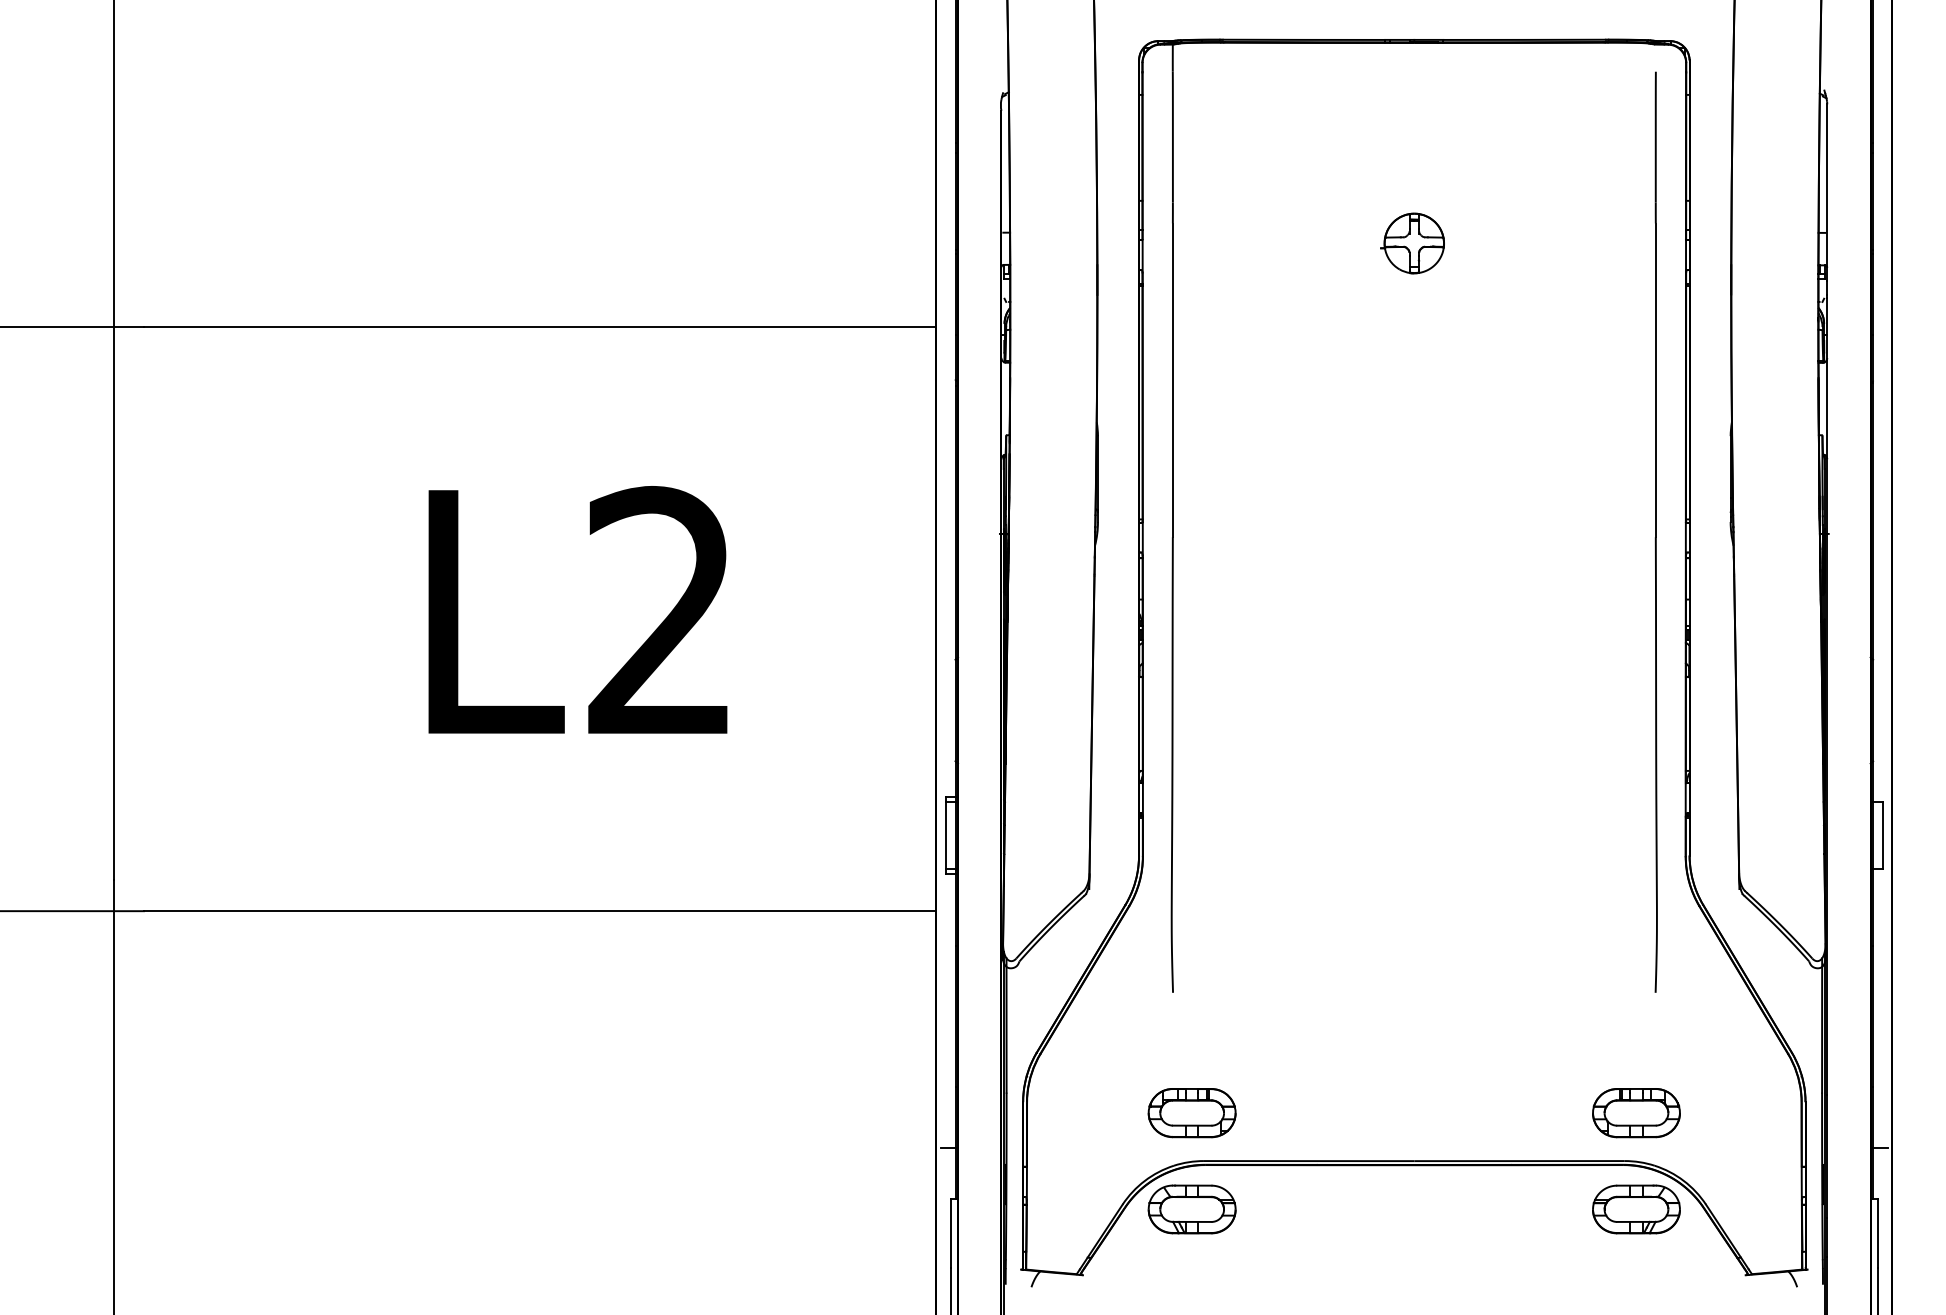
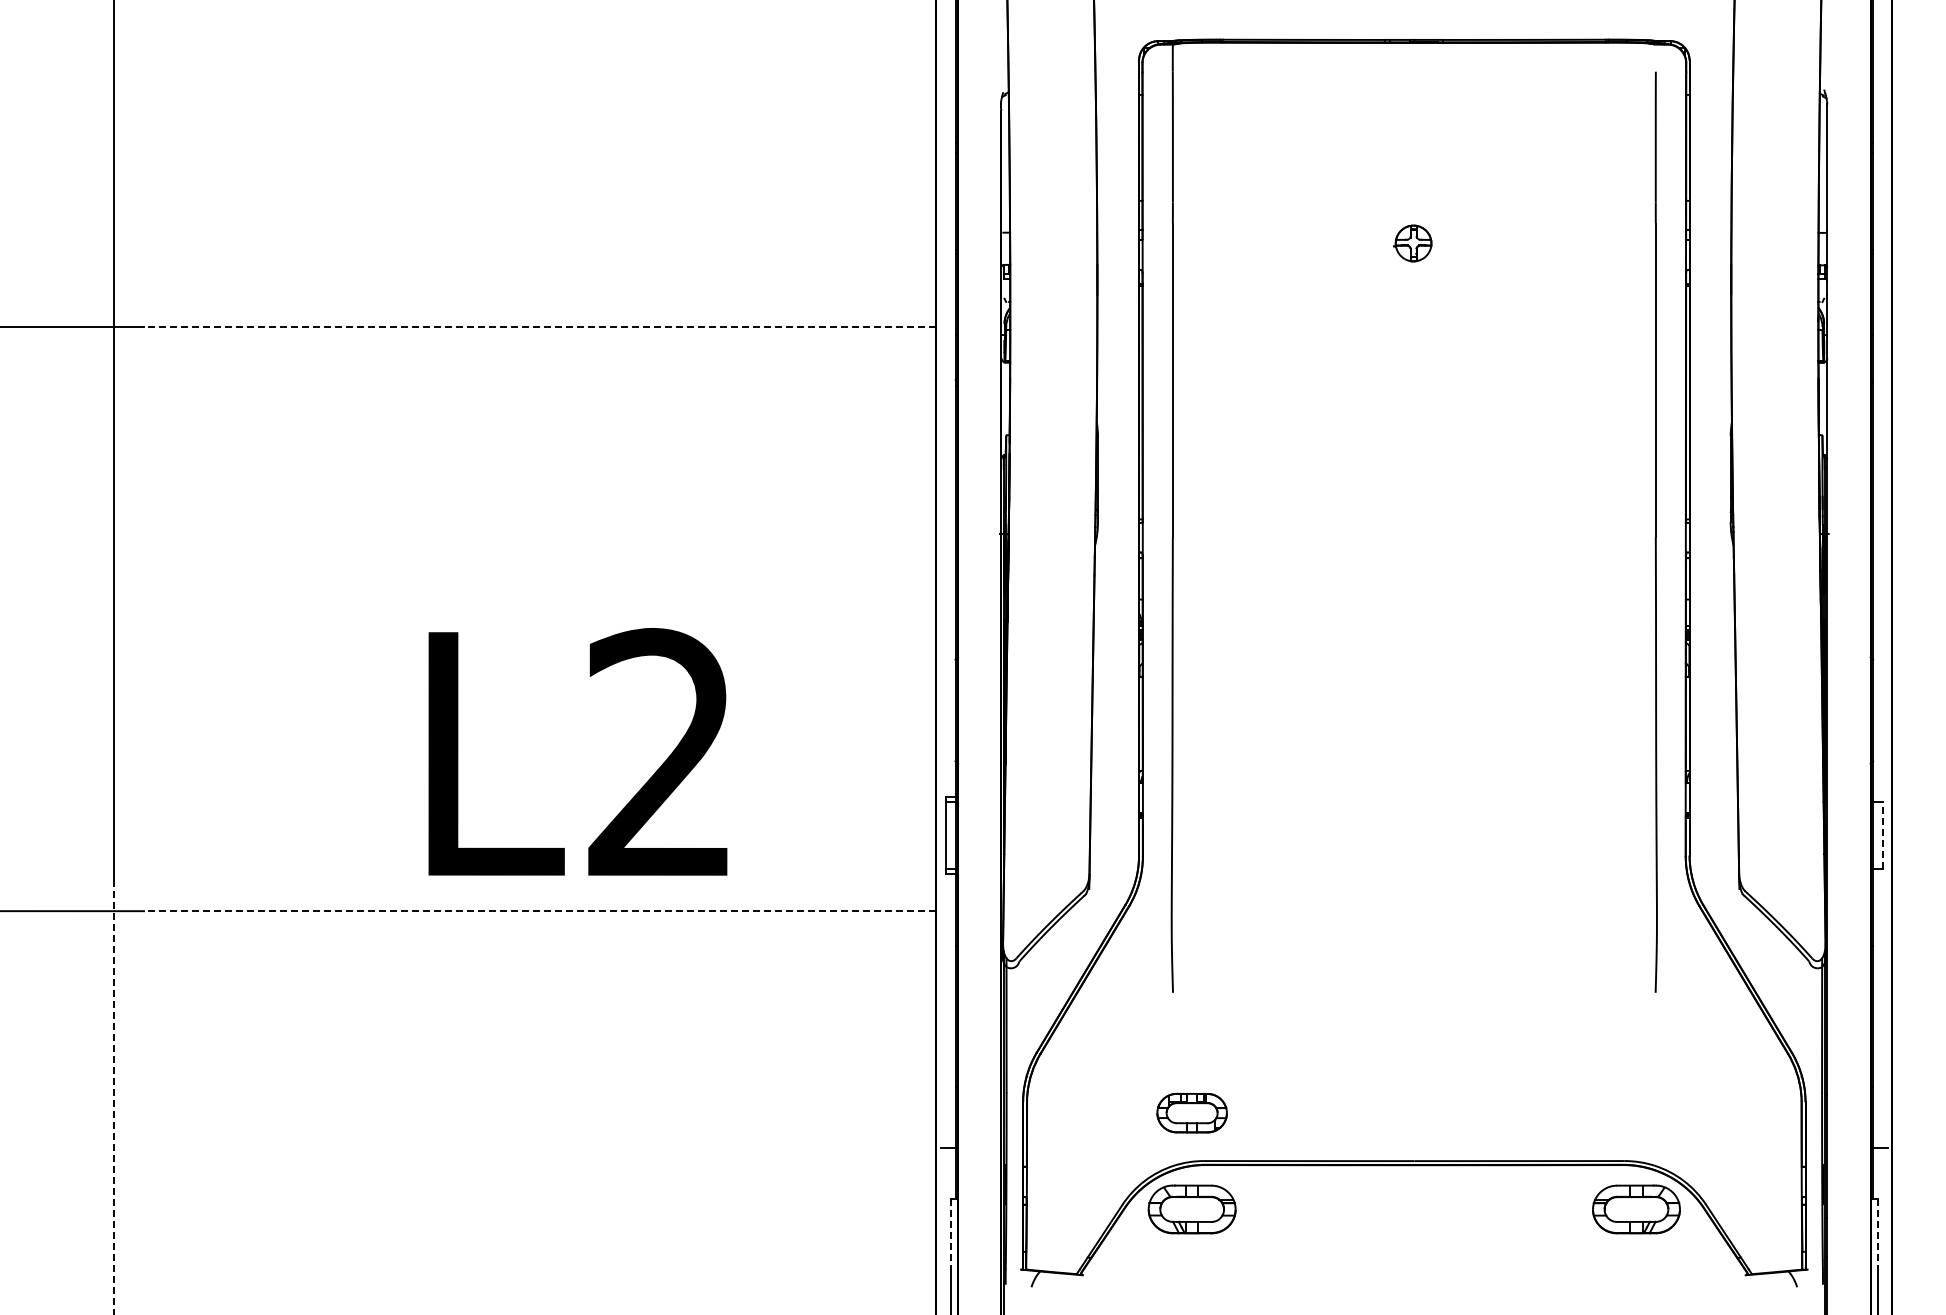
part at (1412, 243) size: 65x63 px -> 40x39 px
line at (539, 327): solid -> dashed
text at (577, 609) position: (577, 609) -> (577, 751)
line at (1882, 835): solid -> dashed
line at (539, 911): solid -> dashed
line at (113, 1097): solid -> dashed
part at (1191, 1113) size: 90x51 px -> 72x42 px
part at (1636, 1113): present -> none
line at (950, 1233): solid -> dashed
line at (1877, 1234): solid -> dashed
